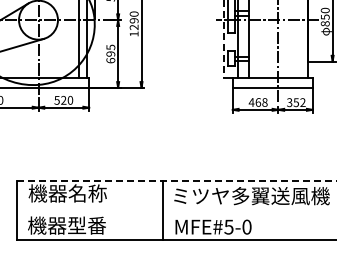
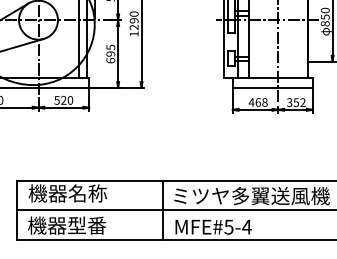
line at (223, 39): dashed -> solid
line at (176, 181): dashed -> solid
line at (174, 210): none -> present
text at (246, 226): MFE#5-0 -> MFE#5-4
